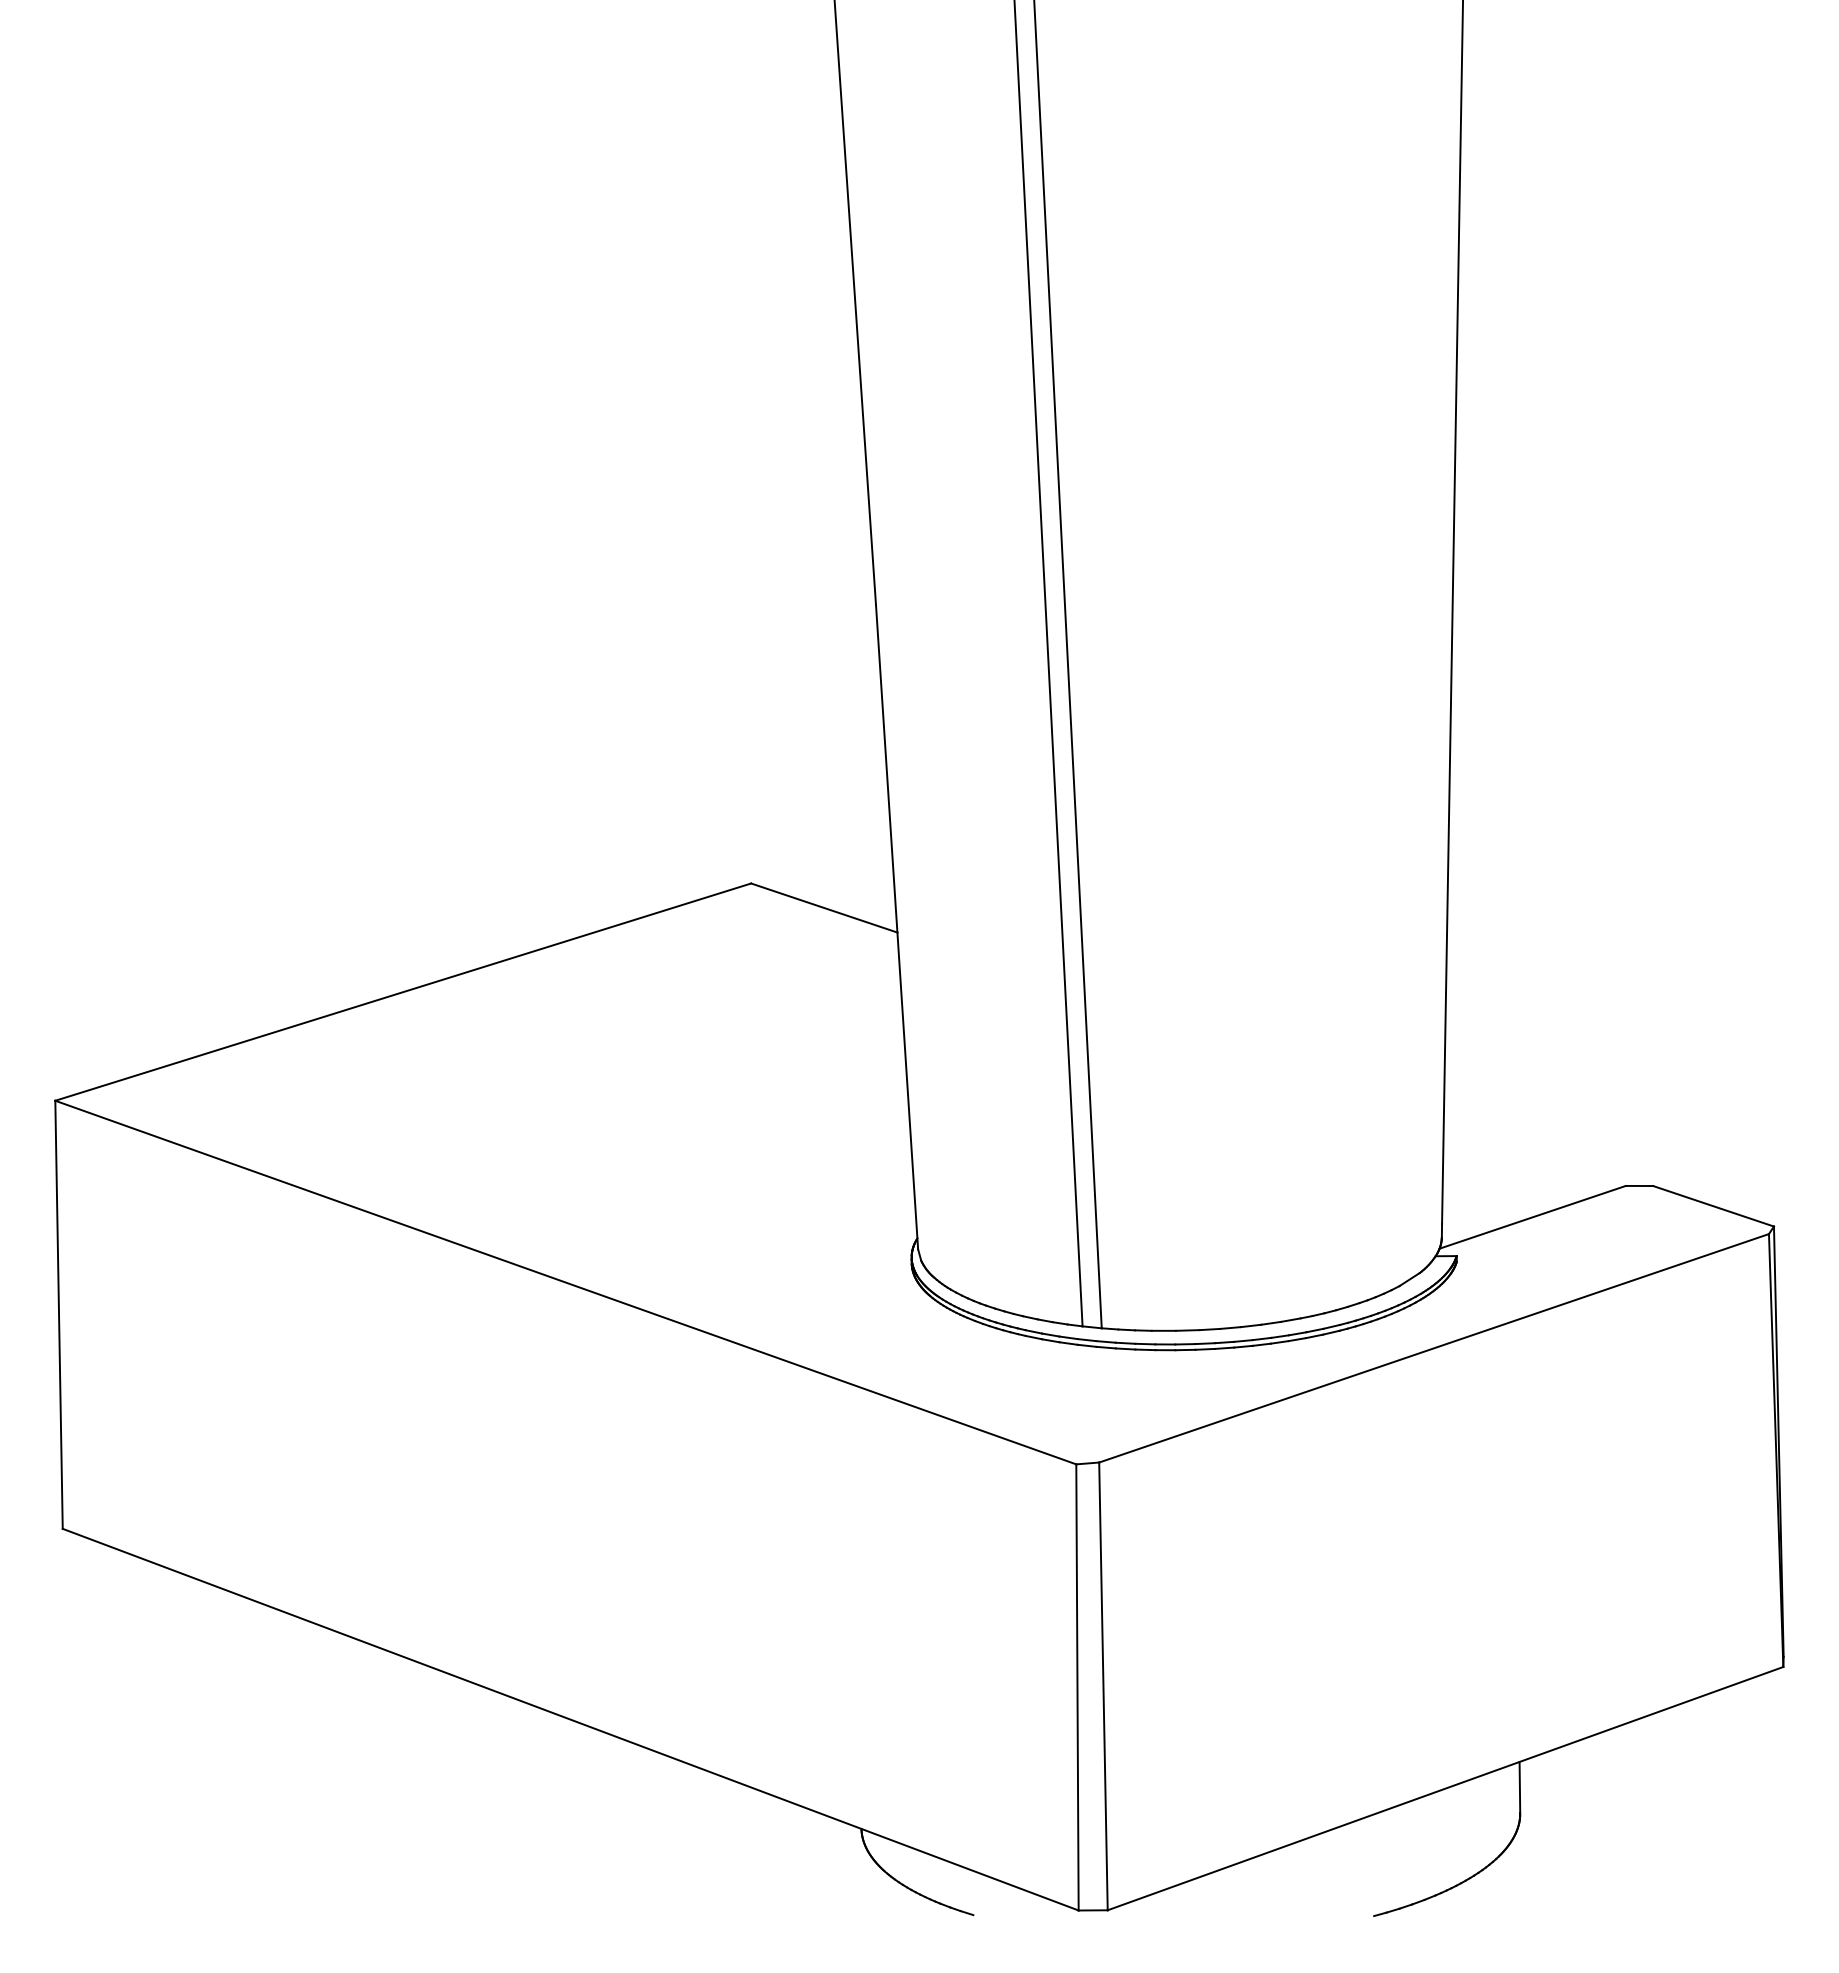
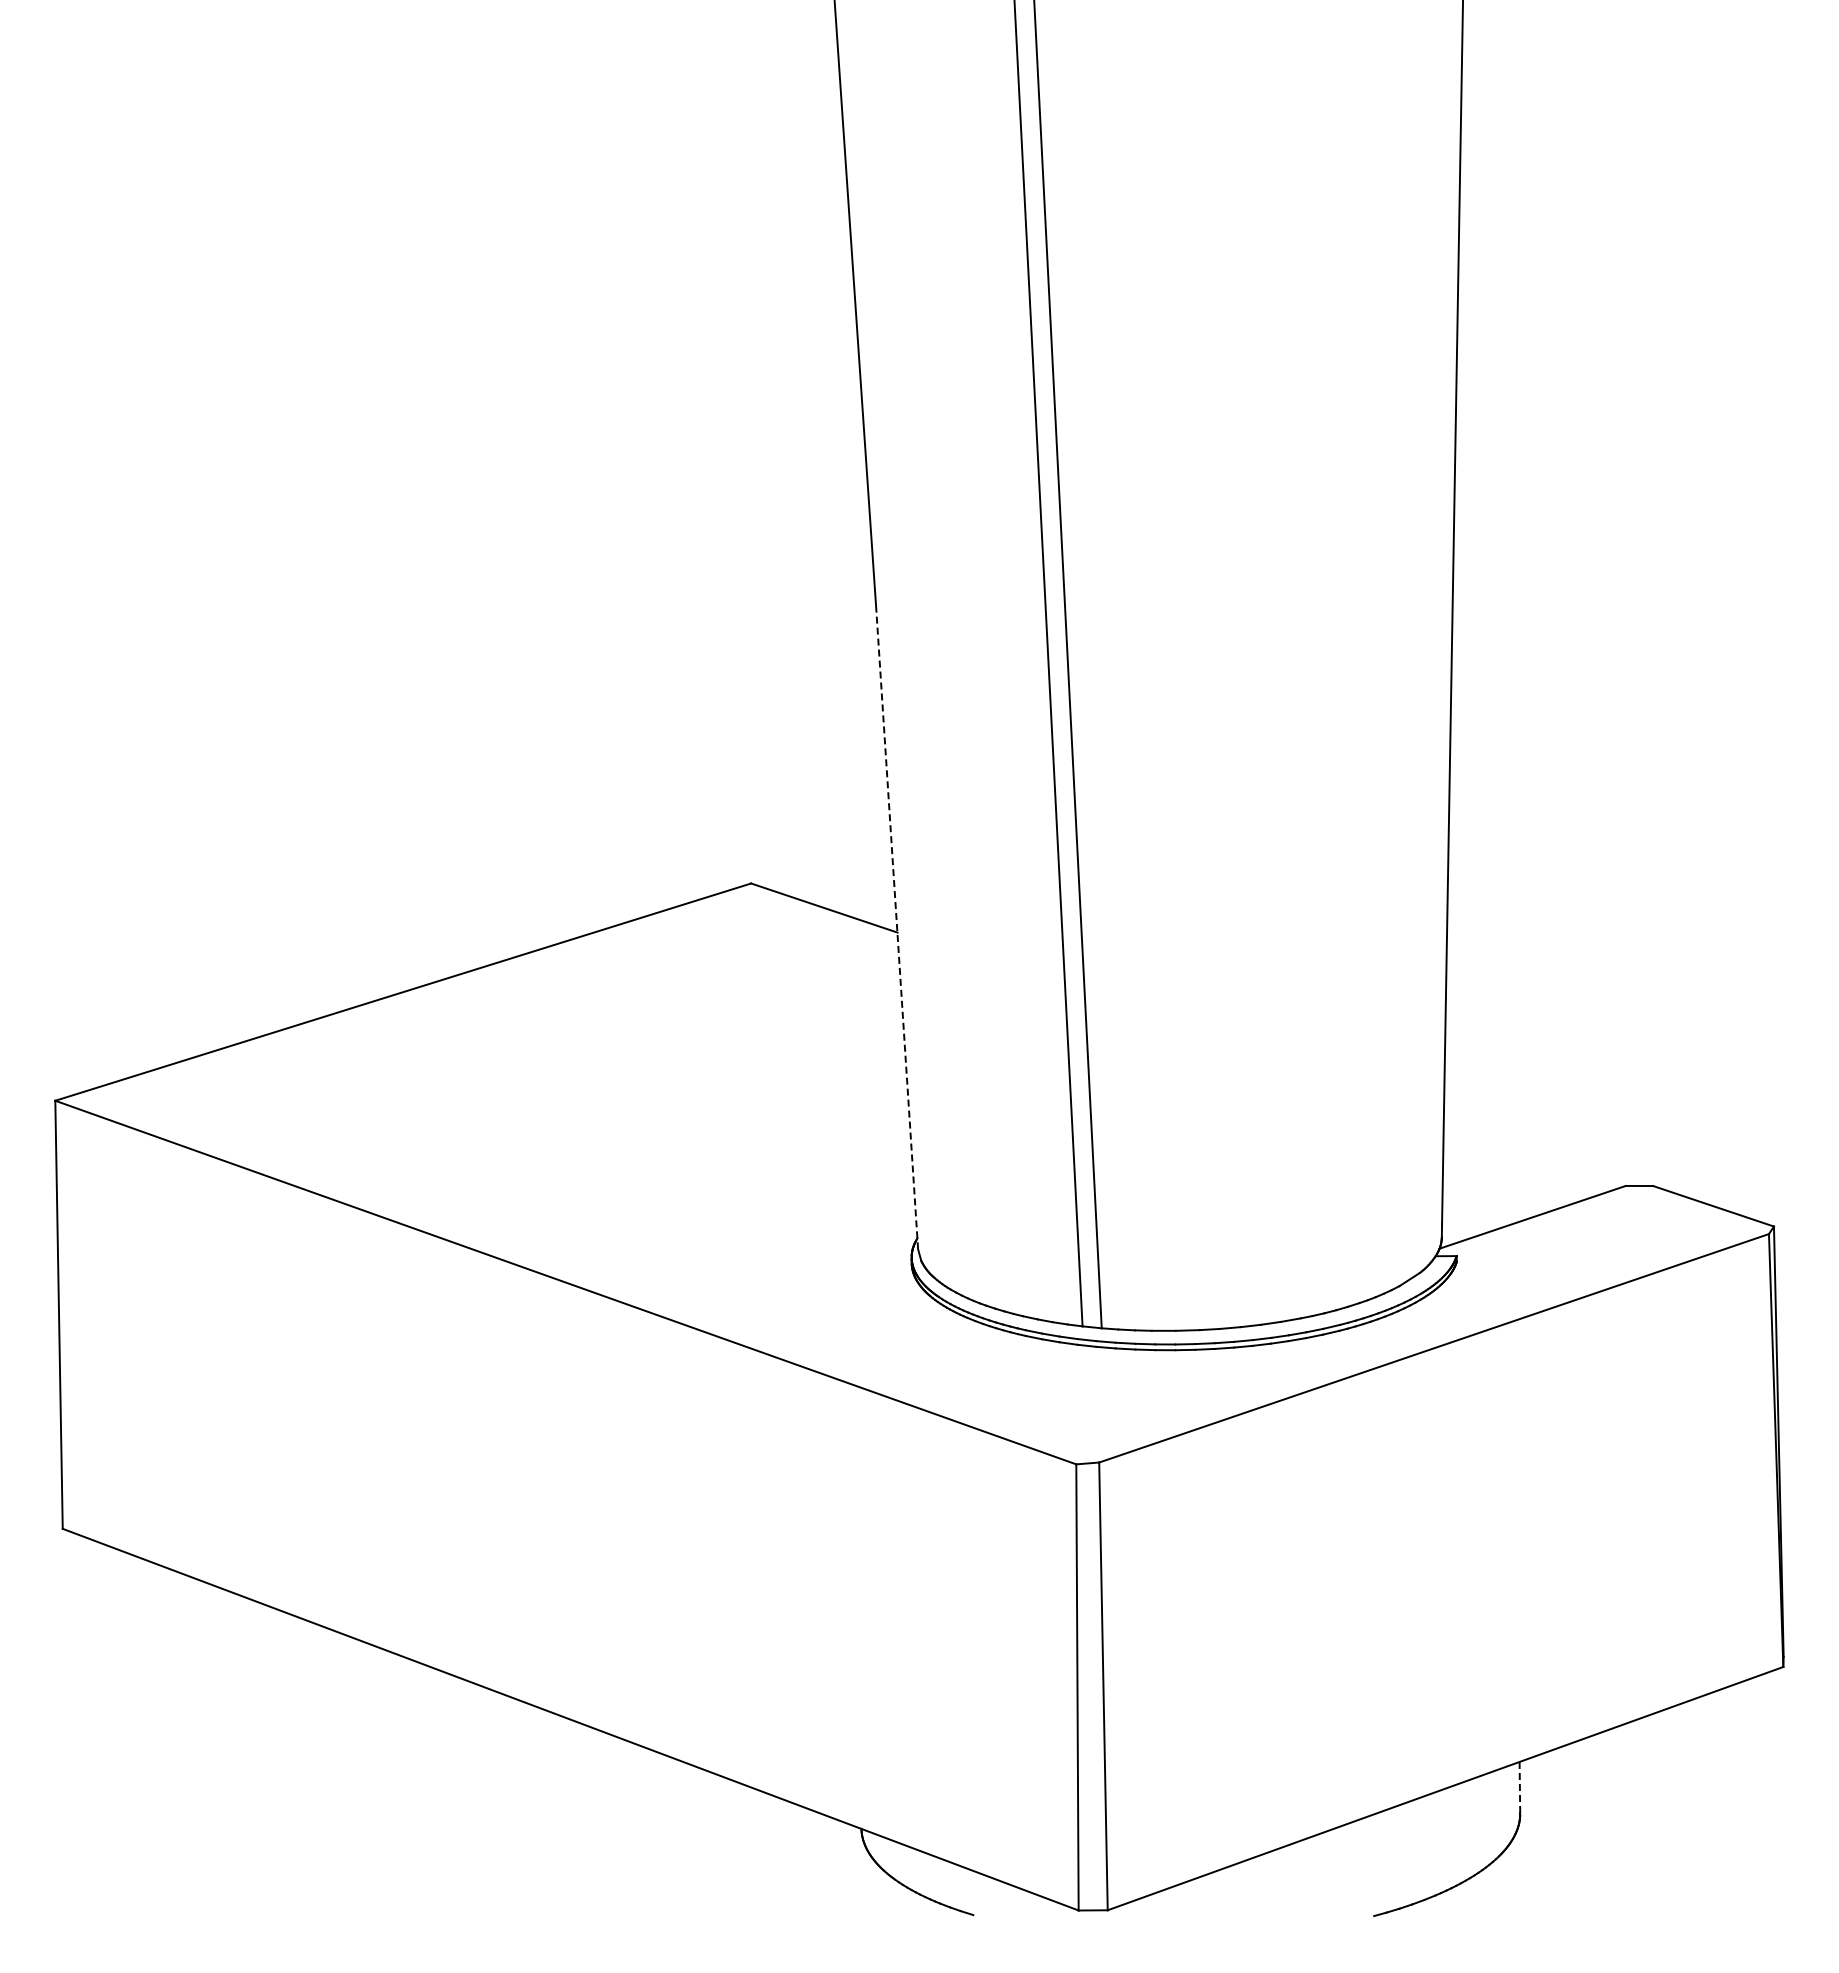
line at (897, 927): solid -> dashed
line at (1519, 1787): solid -> dashed
